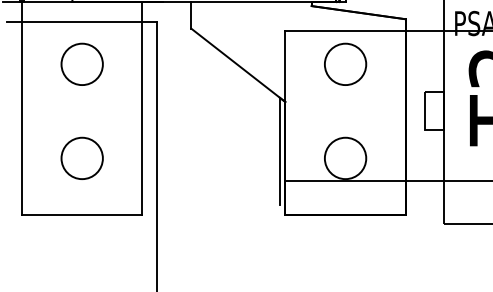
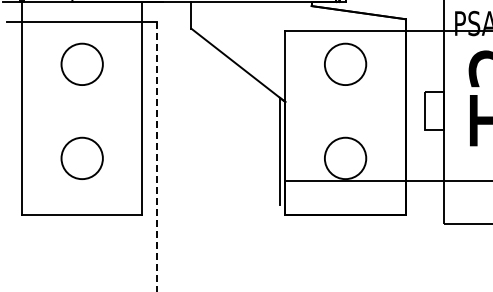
line at (157, 156): solid -> dashed
